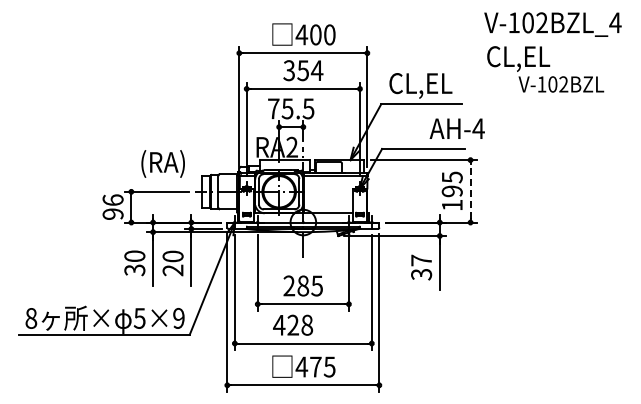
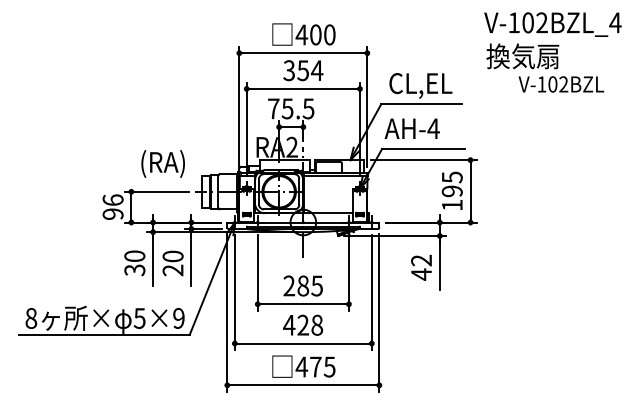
text at (522, 57): CL,EL -> 換気扇
text at (456, 128) position: (456, 128) -> (411, 128)
line at (470, 190): dashed -> solid
text at (421, 267): 37 -> 42
text at (293, 324) position: (293, 324) -> (303, 324)
